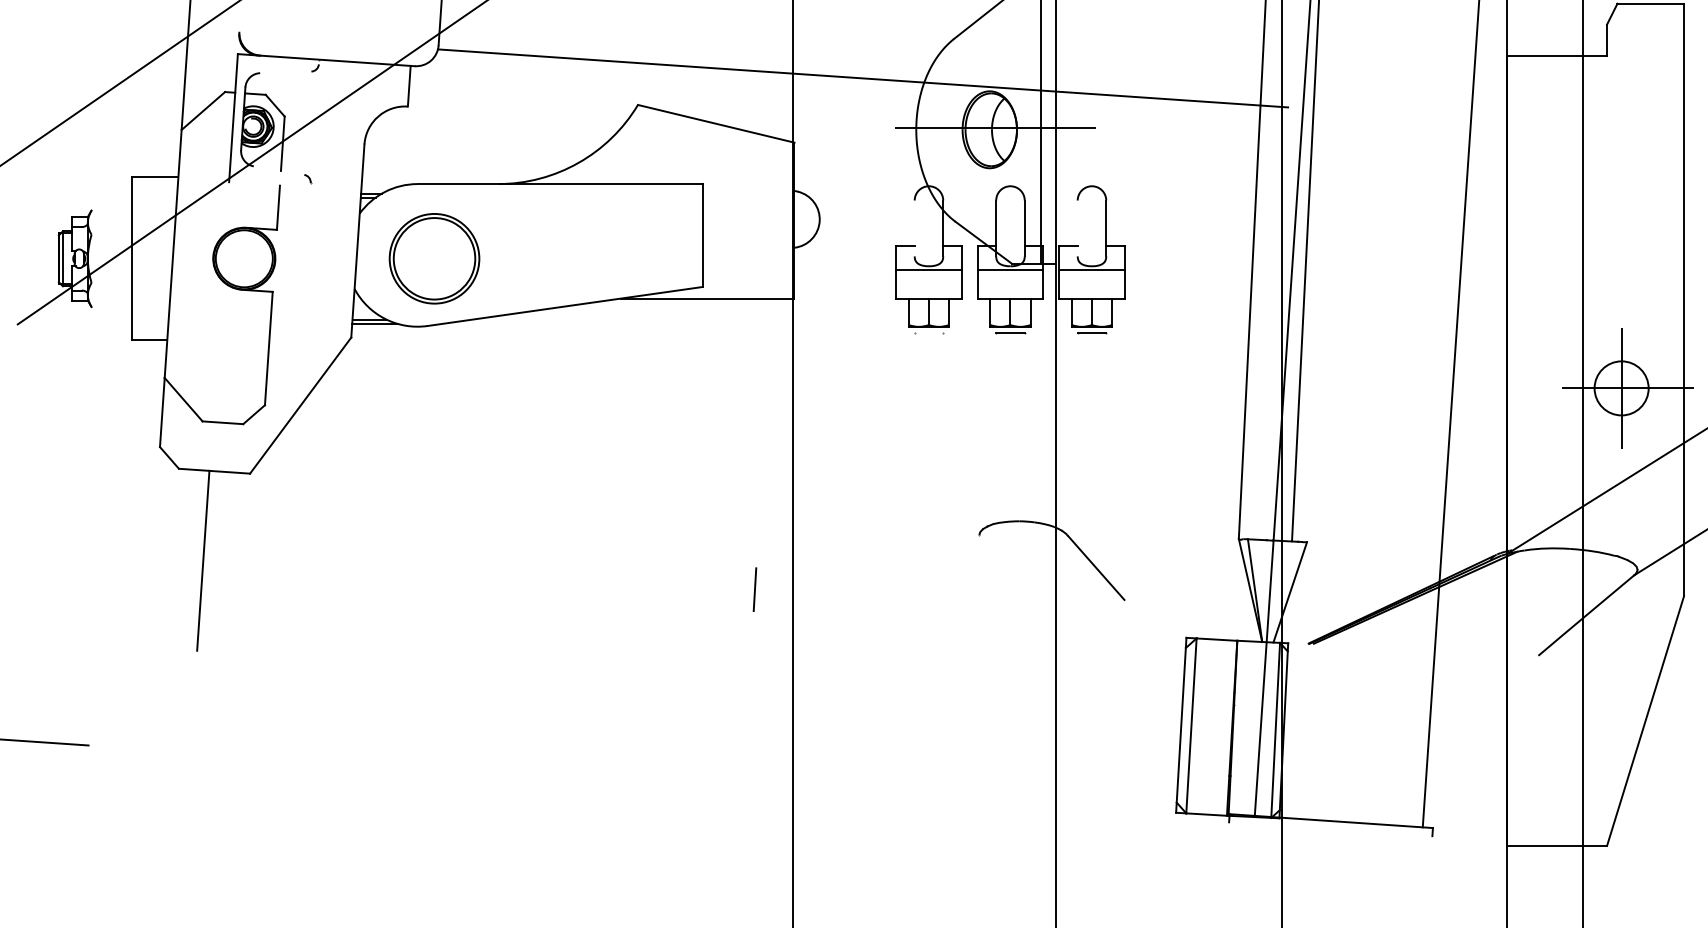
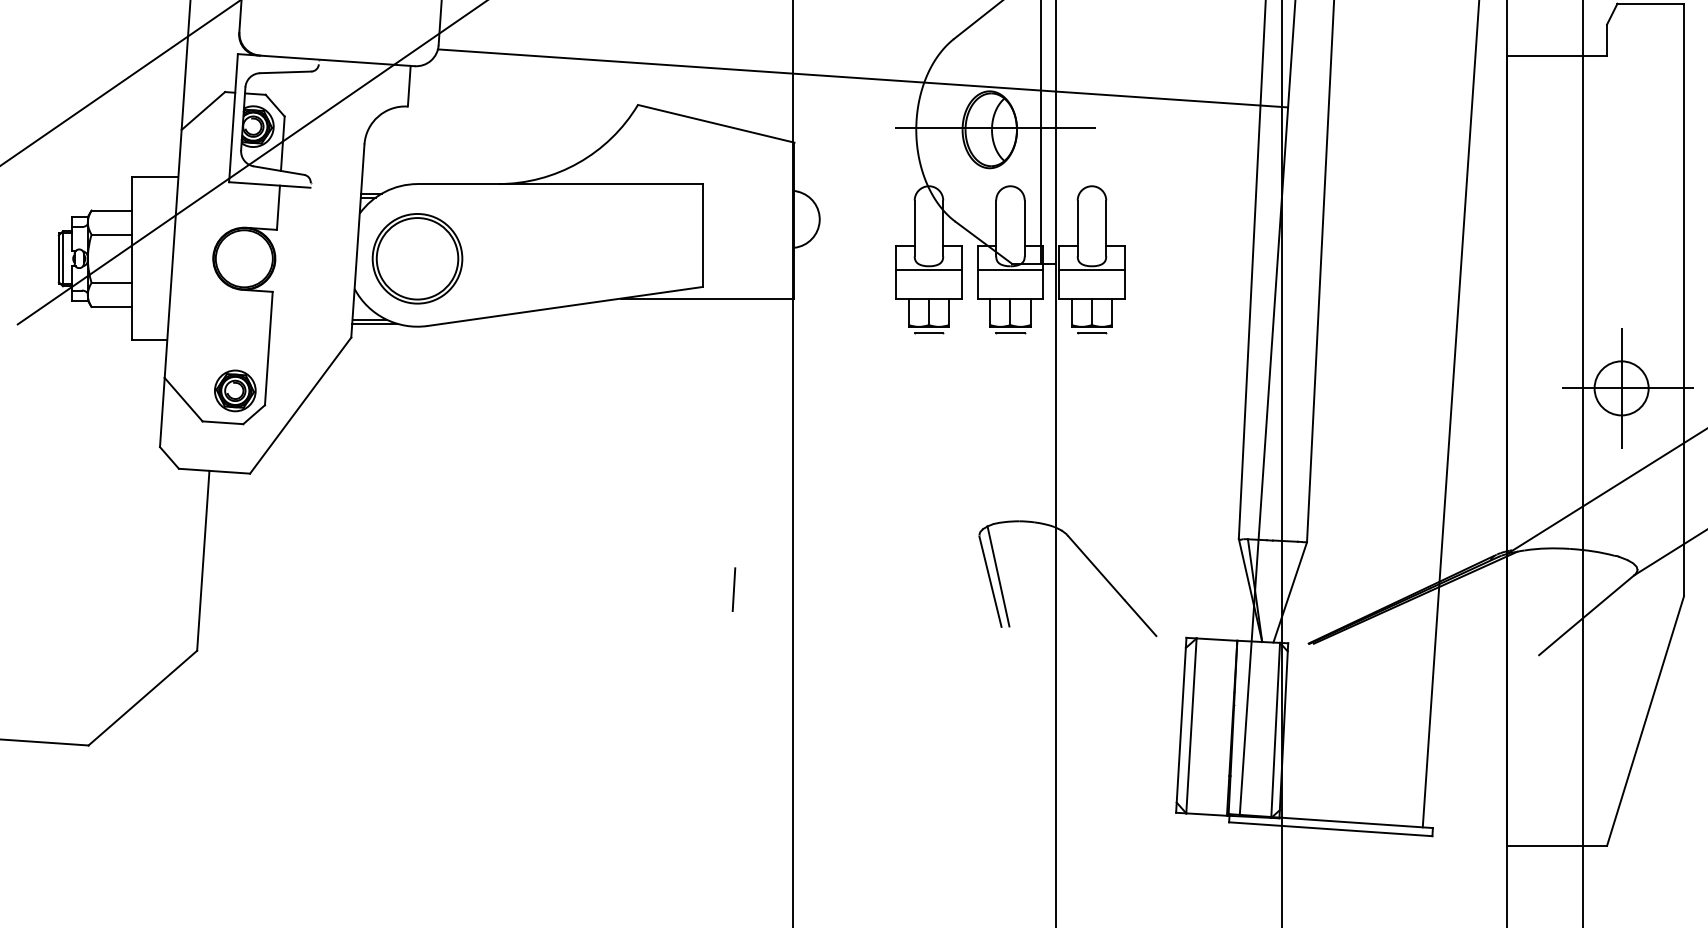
line at (240, 17): none -> present
line at (285, 72): none -> present
line at (278, 170): none -> present
line at (269, 184): none -> present
line at (111, 210): none -> present
line at (914, 228): none -> present
line at (1077, 228): none -> present
line at (111, 234): none -> present
part at (434, 258) position: (434, 258) -> (417, 258)
line at (1305, 271) position: (1305, 271) -> (1320, 272)
line at (111, 282): none -> present
line at (111, 307): none -> present
line at (928, 332): none -> present
part at (235, 390): none -> present
line at (1282, 408) position: (1282, 408) -> (1267, 408)
line at (998, 576): none -> present
line at (990, 581): none -> present
line at (754, 589) position: (754, 589) -> (733, 589)
line at (1140, 618): none -> present
line at (142, 697): none -> present
line at (1330, 829): none -> present
